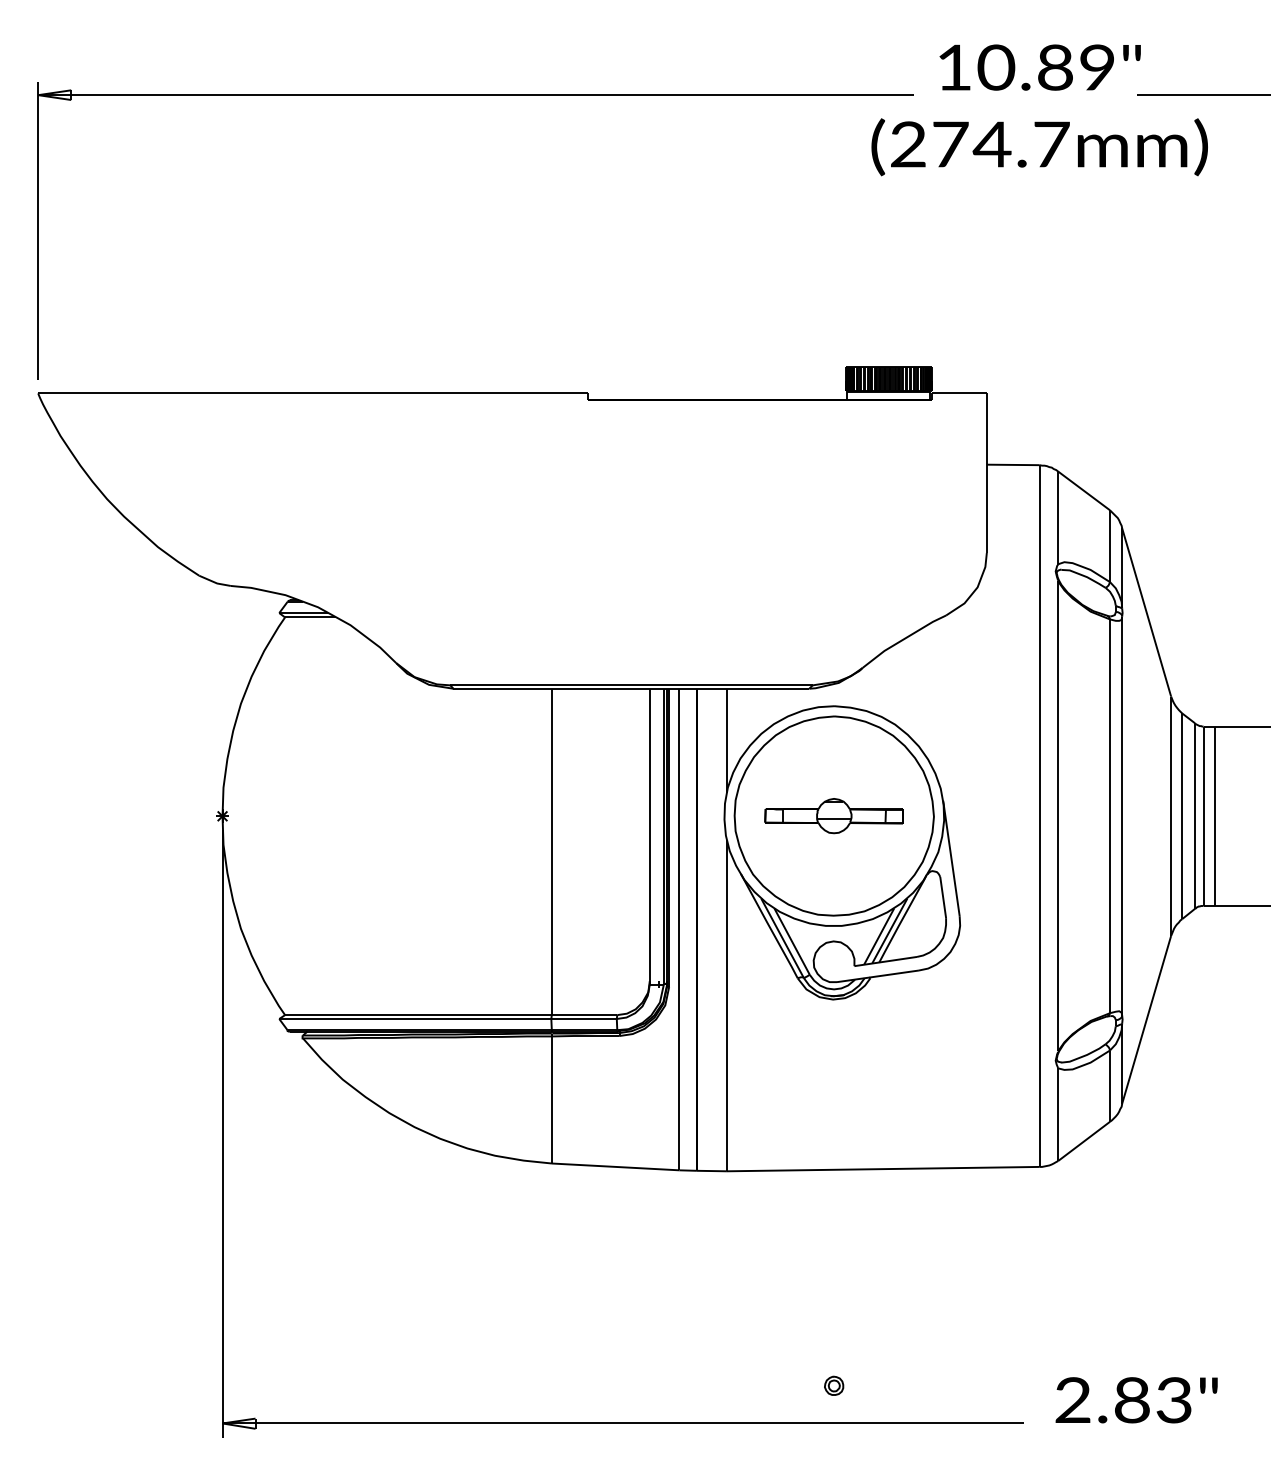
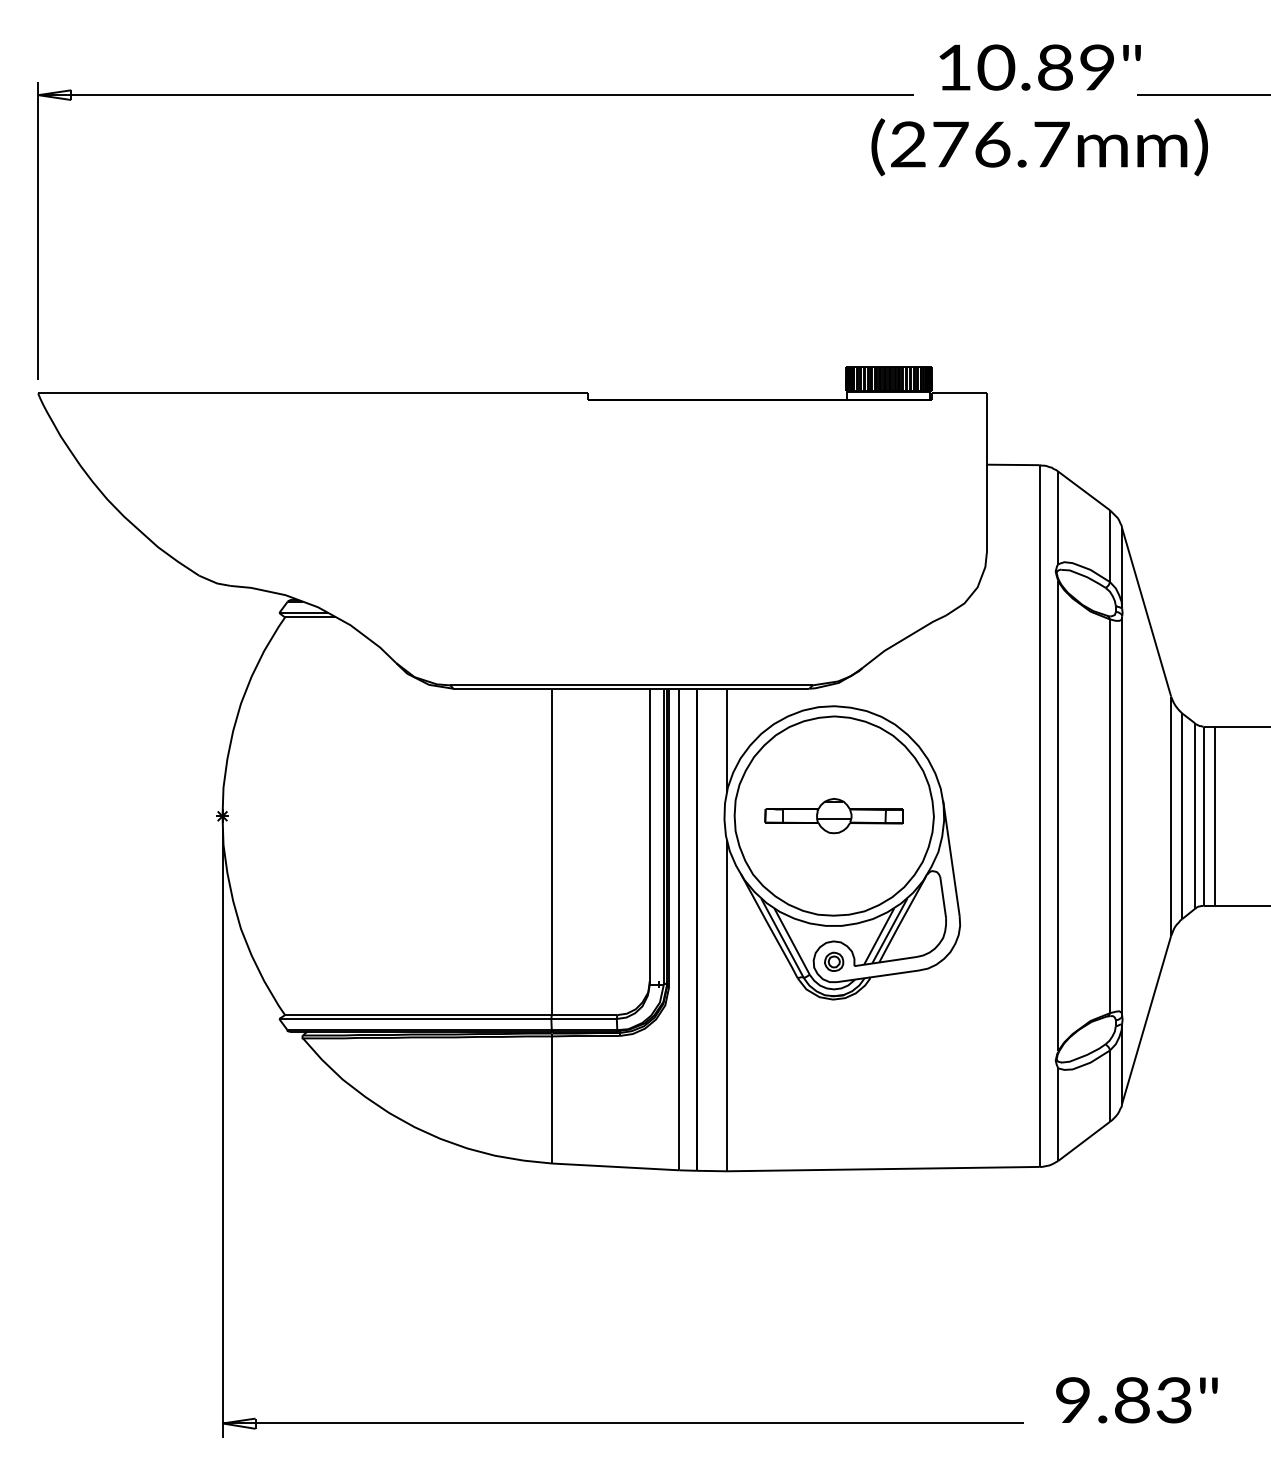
text at (991, 144): (274.7mm) -> (276.7mm)
part at (834, 1385) position: (834, 1385) -> (834, 961)
text at (1072, 1399): 2.83" -> 9.83"
